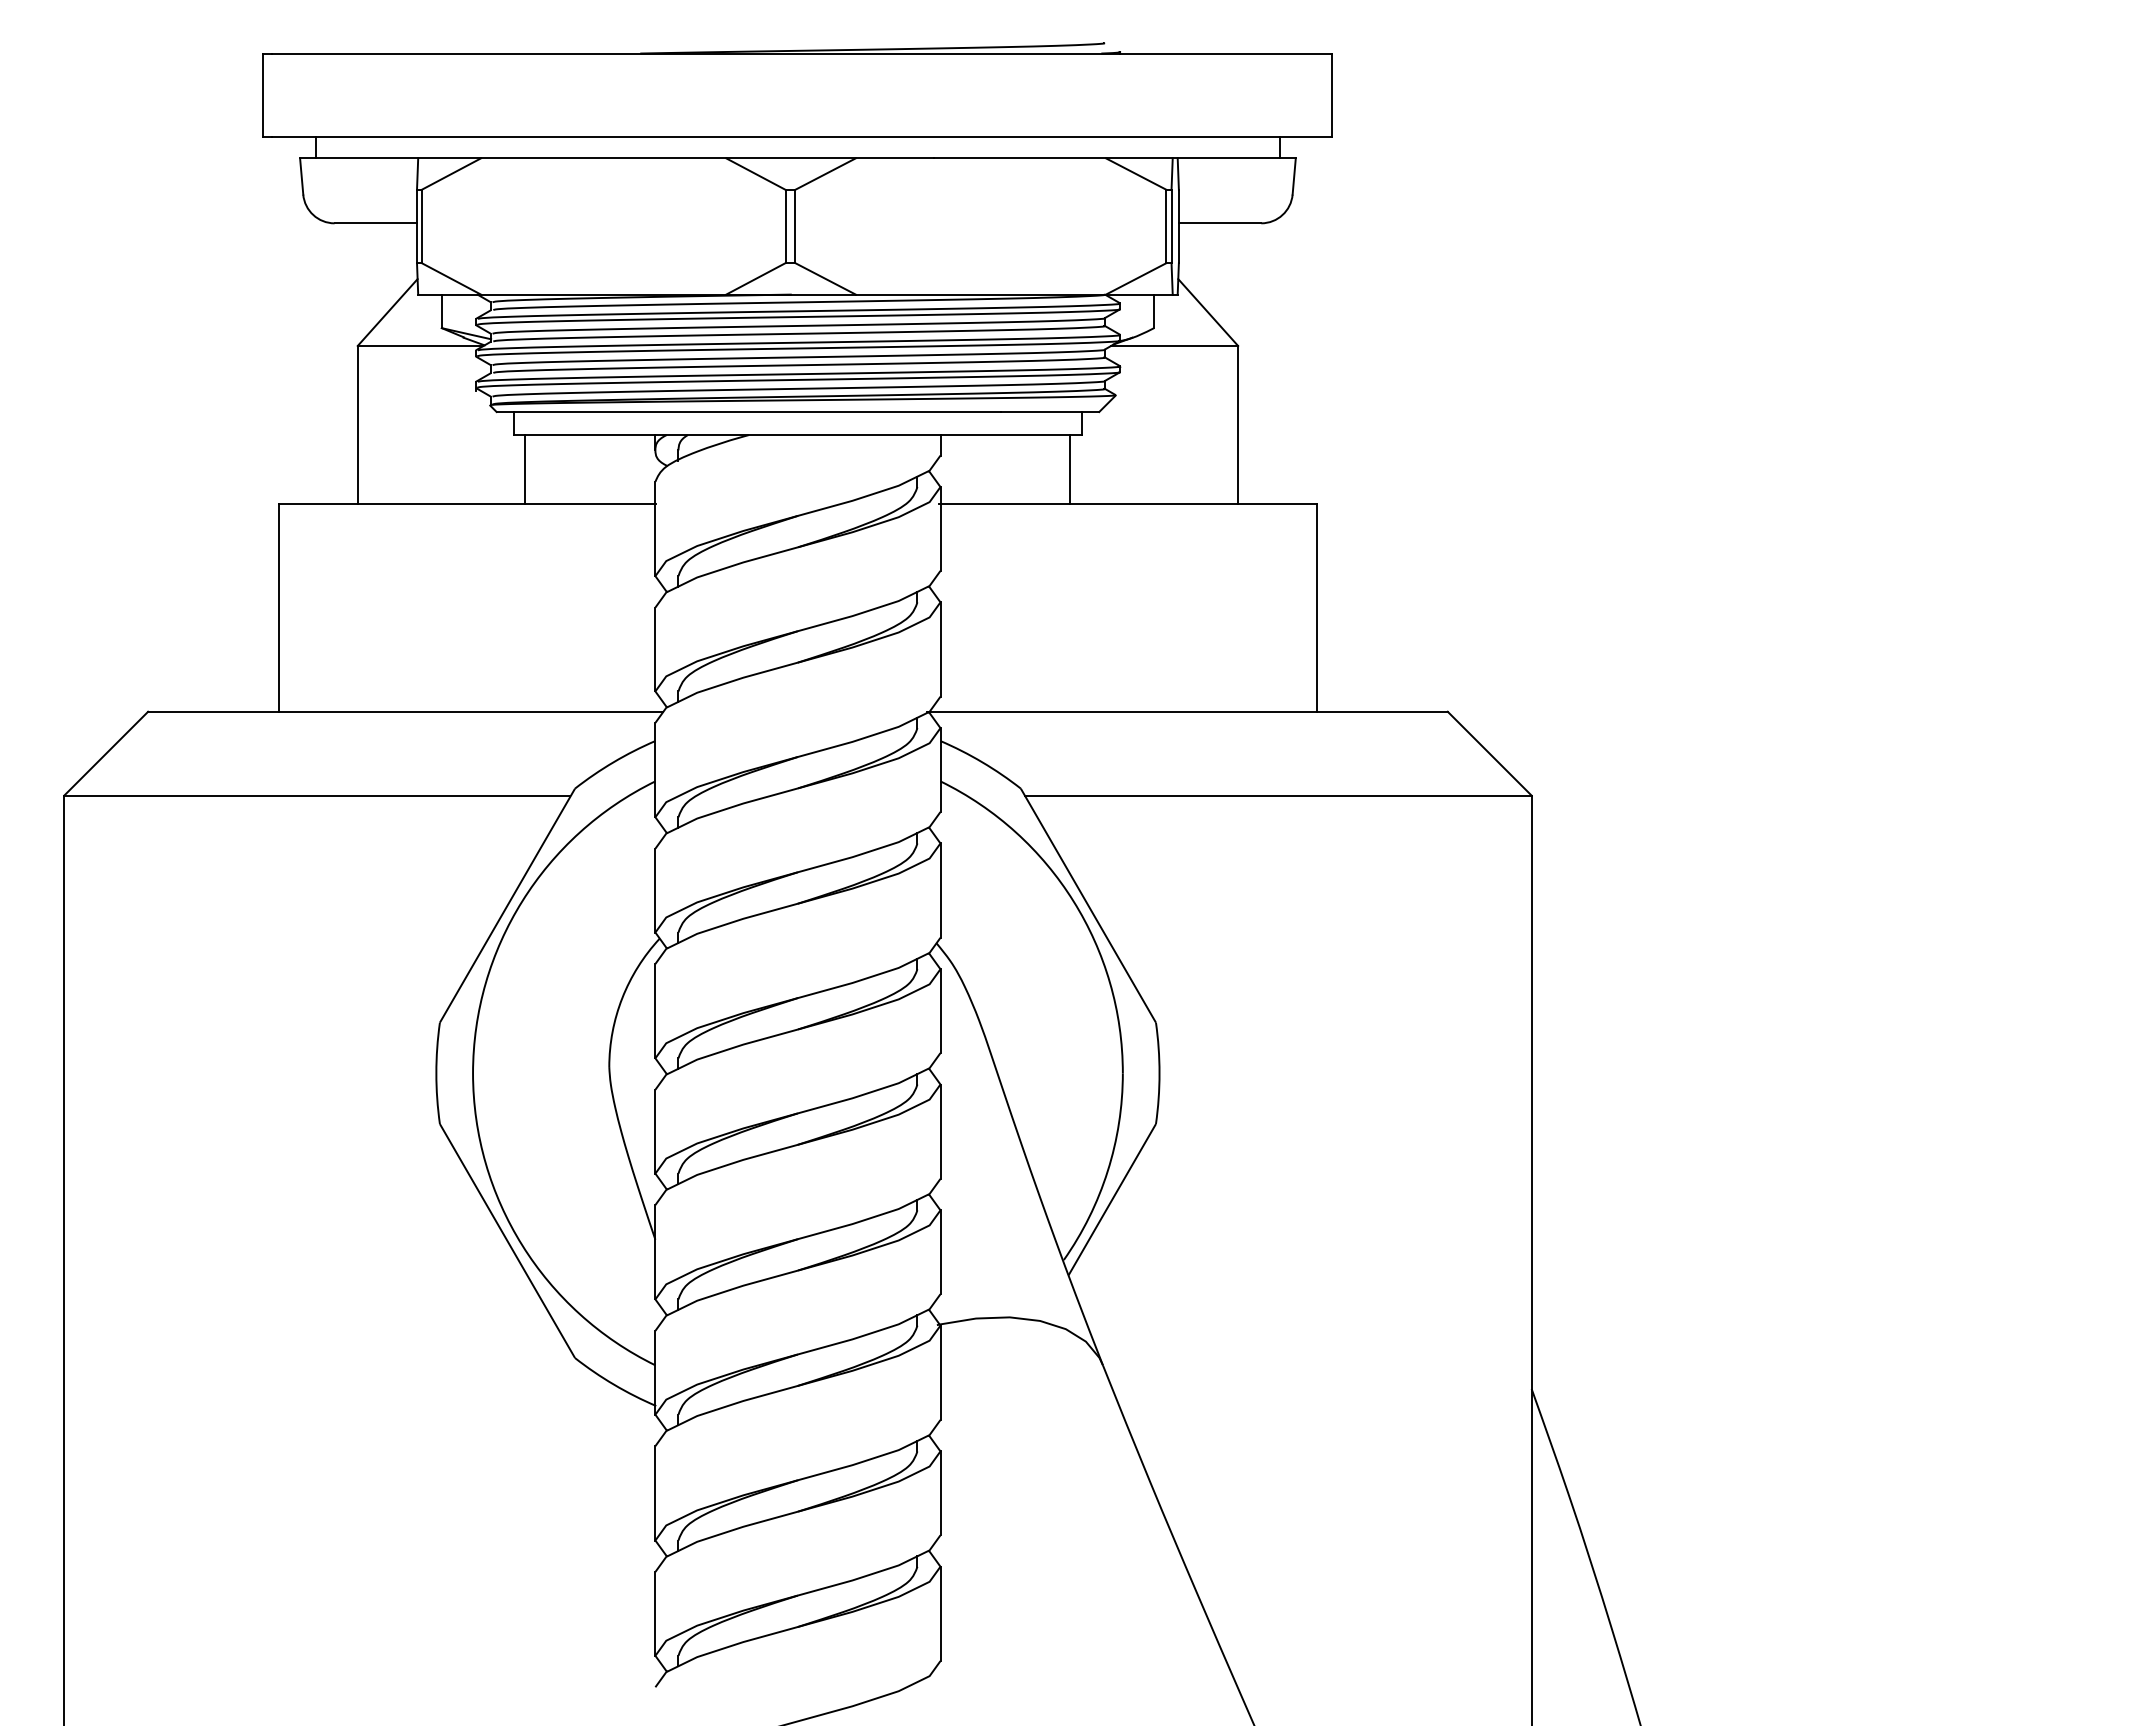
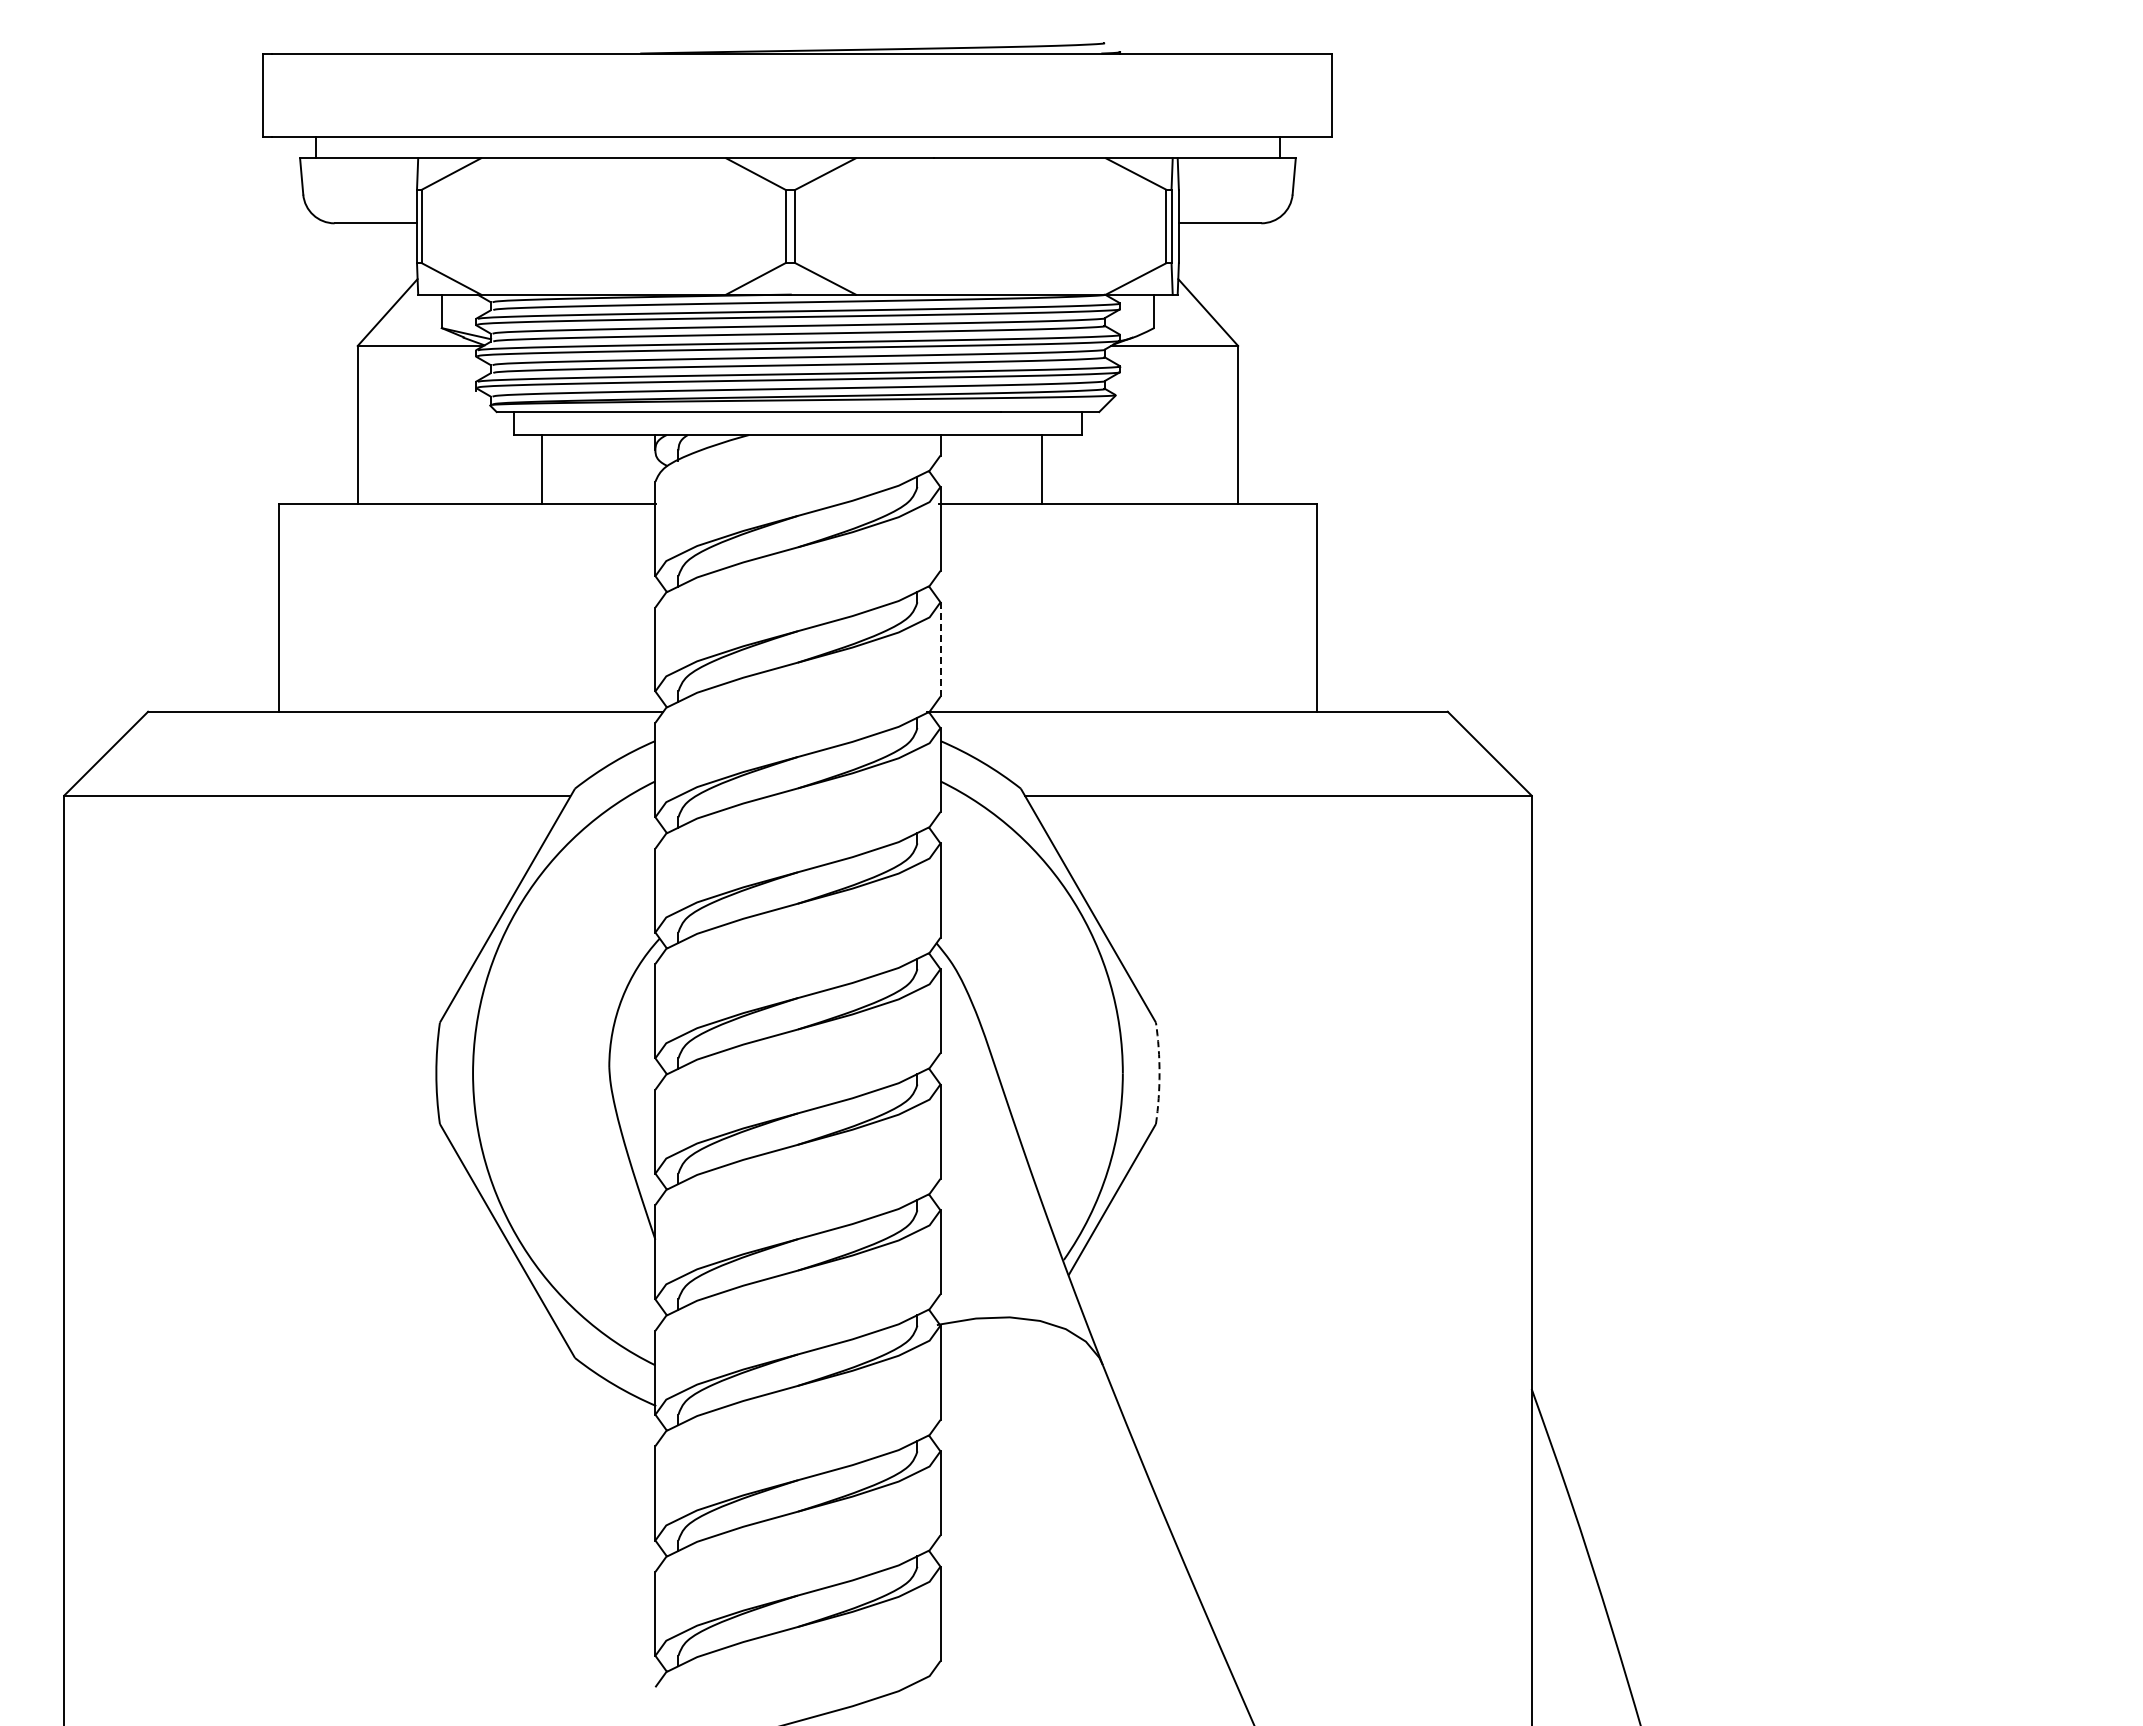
line at (525, 469) position: (525, 469) -> (542, 469)
line at (1070, 469) position: (1070, 469) -> (1042, 469)
line at (940, 649): solid -> dashed
arc at (1159, 1073): solid -> dashed
